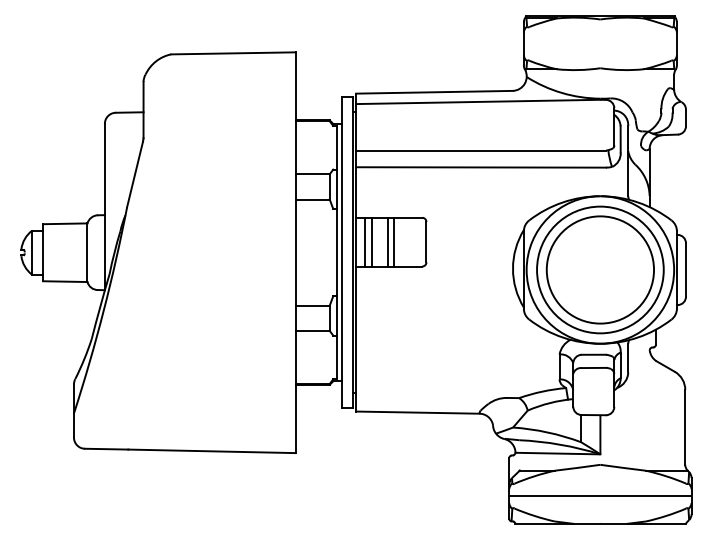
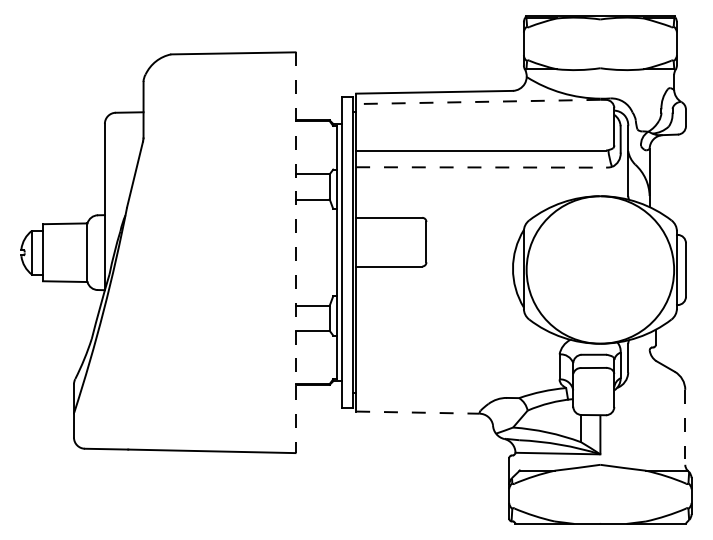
line at (477, 101): solid -> dashed
line at (481, 167): solid -> dashed
line at (365, 241): present -> none
line at (371, 241): present -> none
line at (387, 241): present -> none
line at (394, 241): present -> none
line at (295, 253): solid -> dashed
part at (600, 269): present -> none
line at (417, 412): solid -> dashed
line at (685, 427): solid -> dashed
line at (599, 495): present -> none
